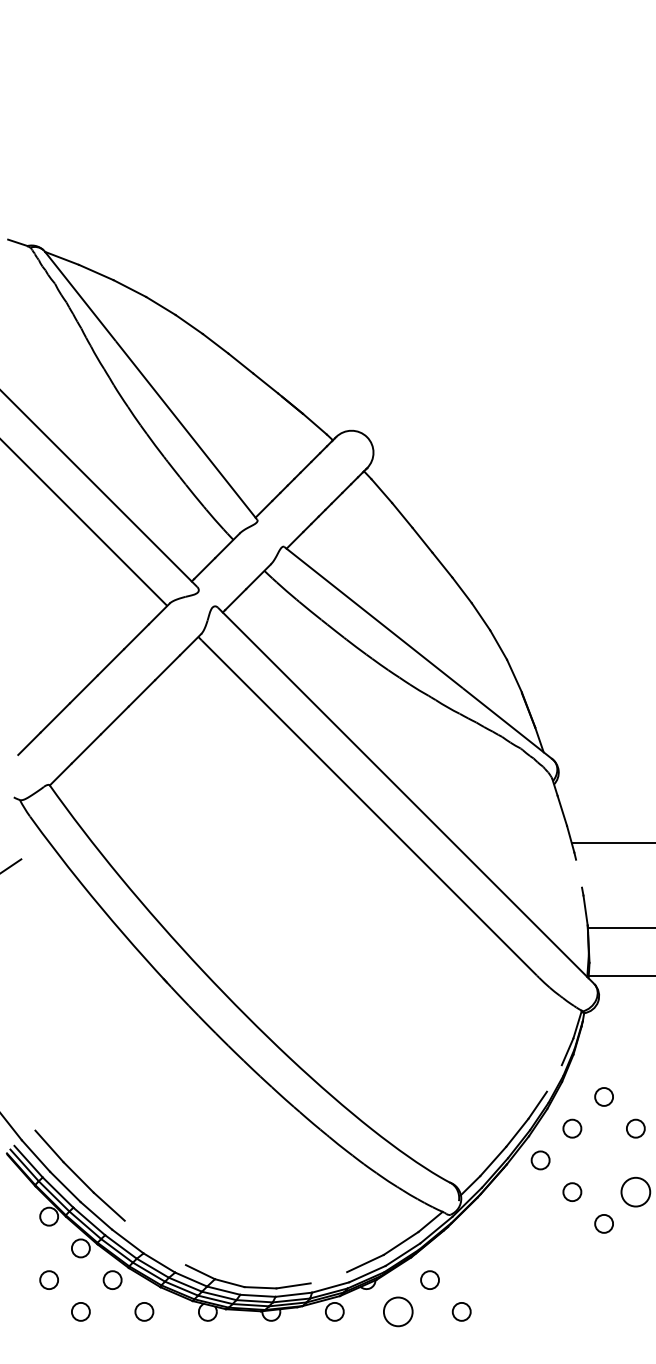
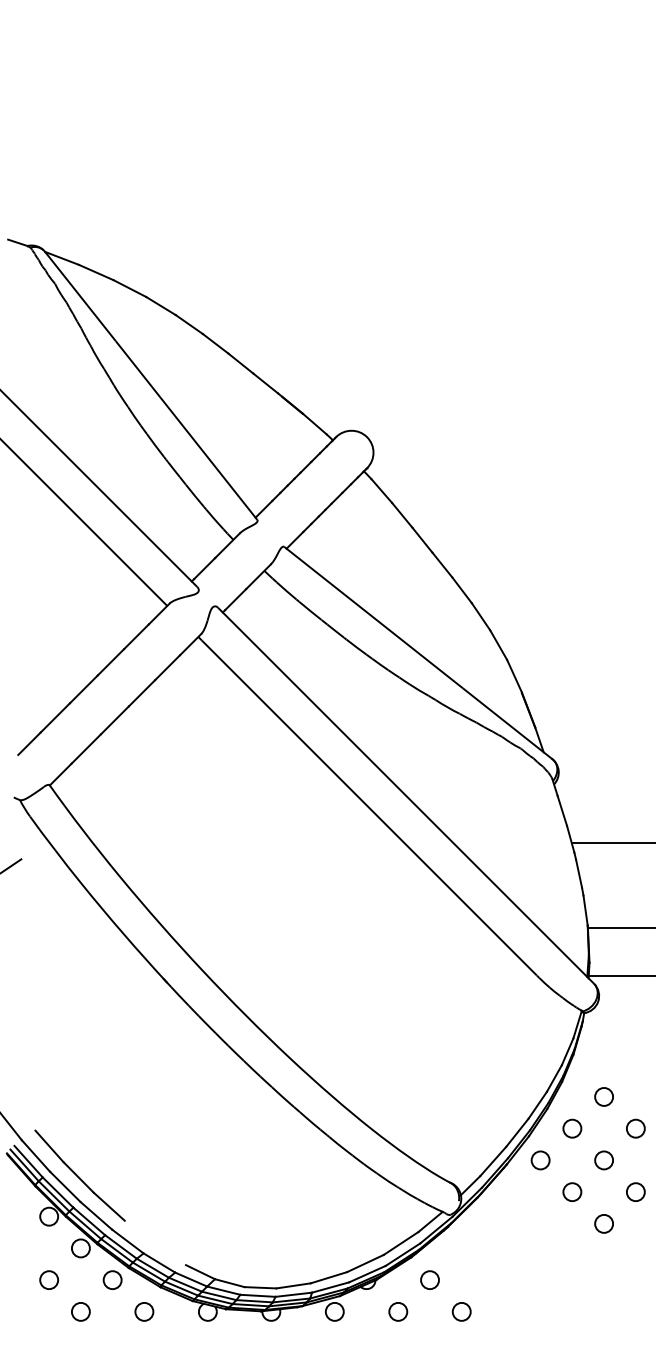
line at (579, 873): none -> present
line at (553, 1078): none -> present
circle at (603, 1160): none -> present
circle at (635, 1191) diameter: 29 px -> 18 px
line at (328, 1277): none -> present
circle at (397, 1311) diameter: 29 px -> 18 px
